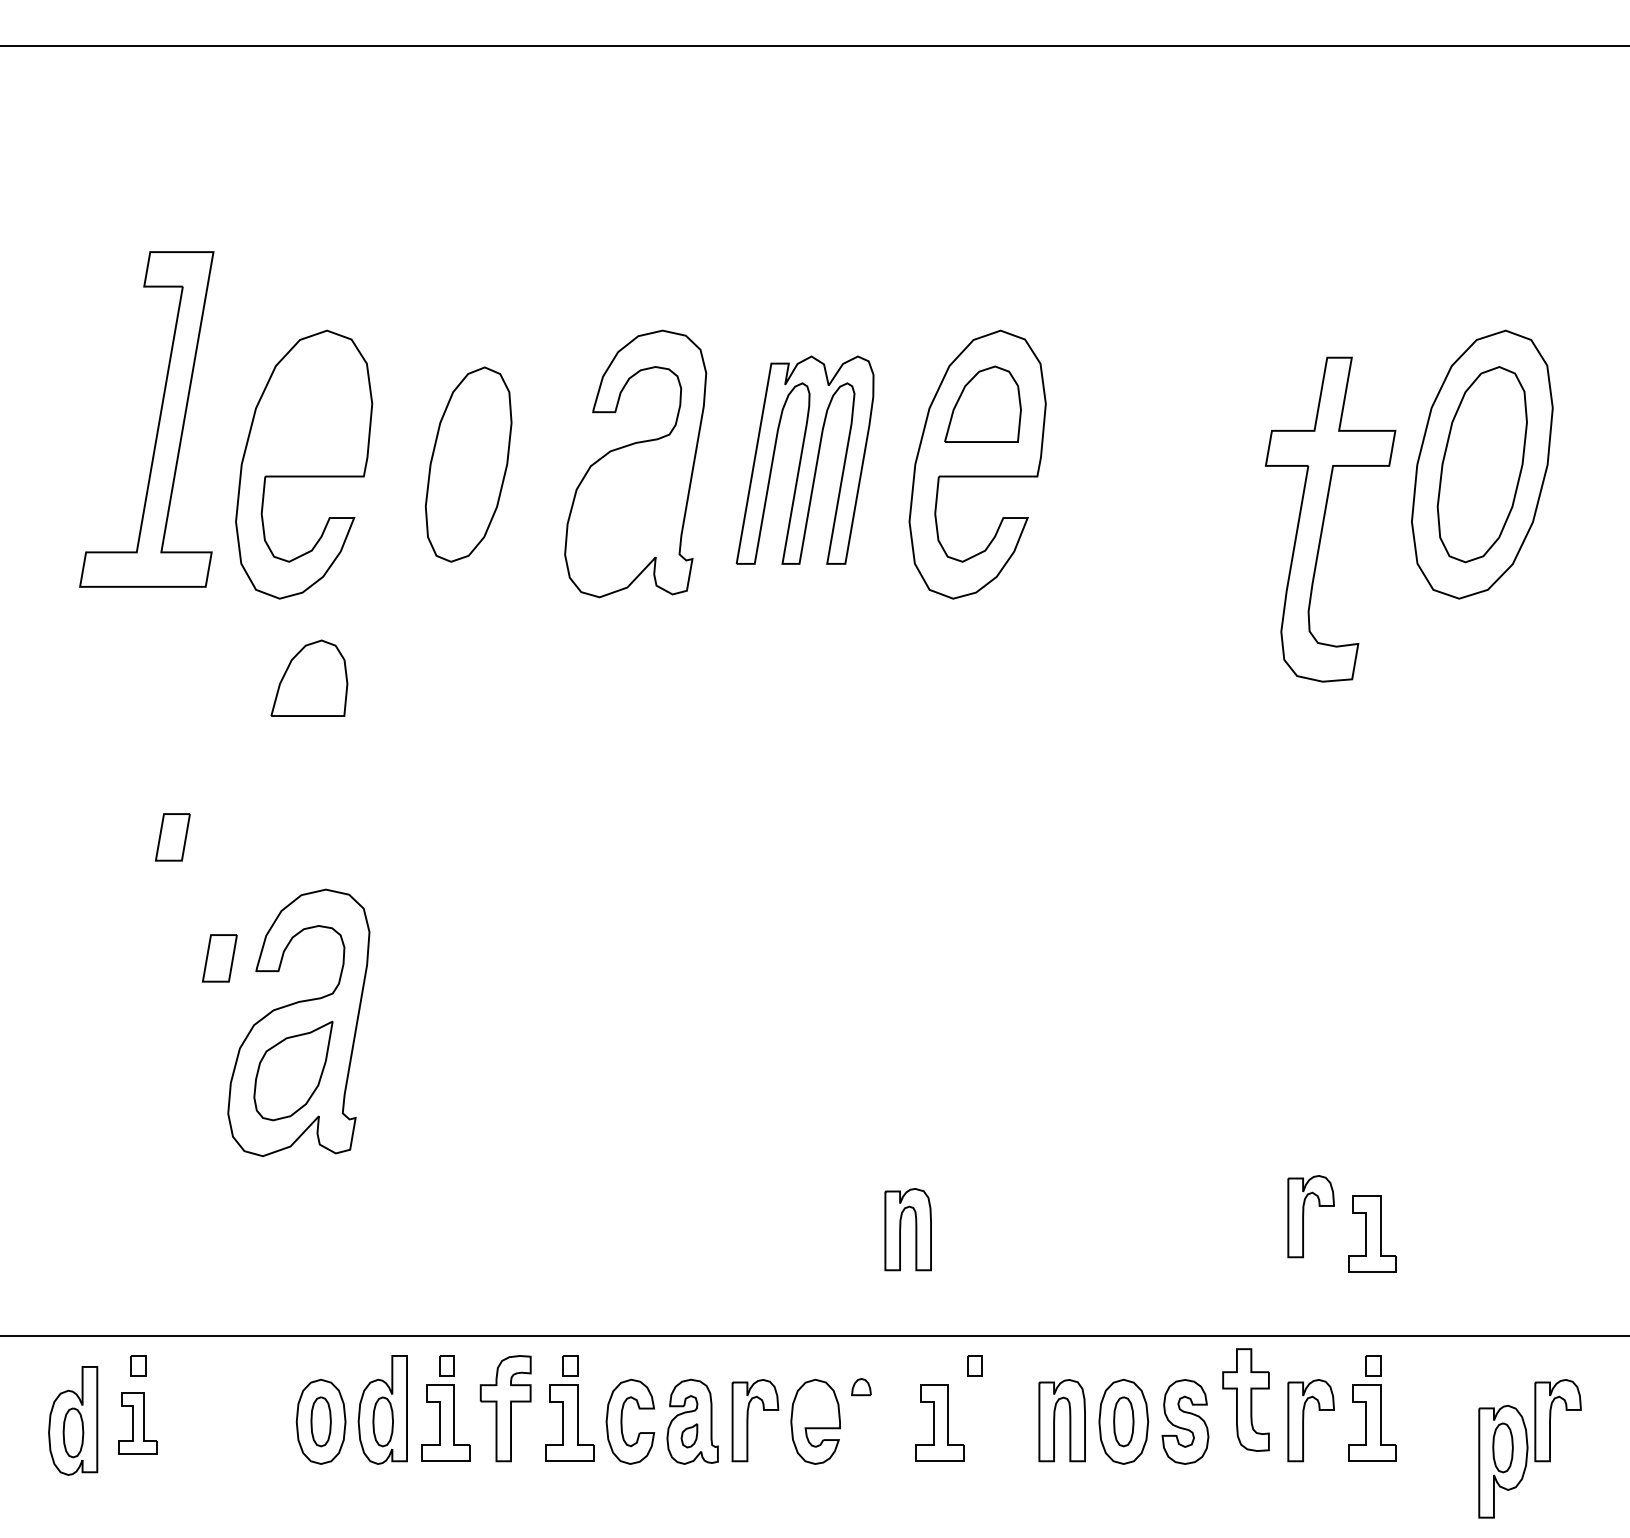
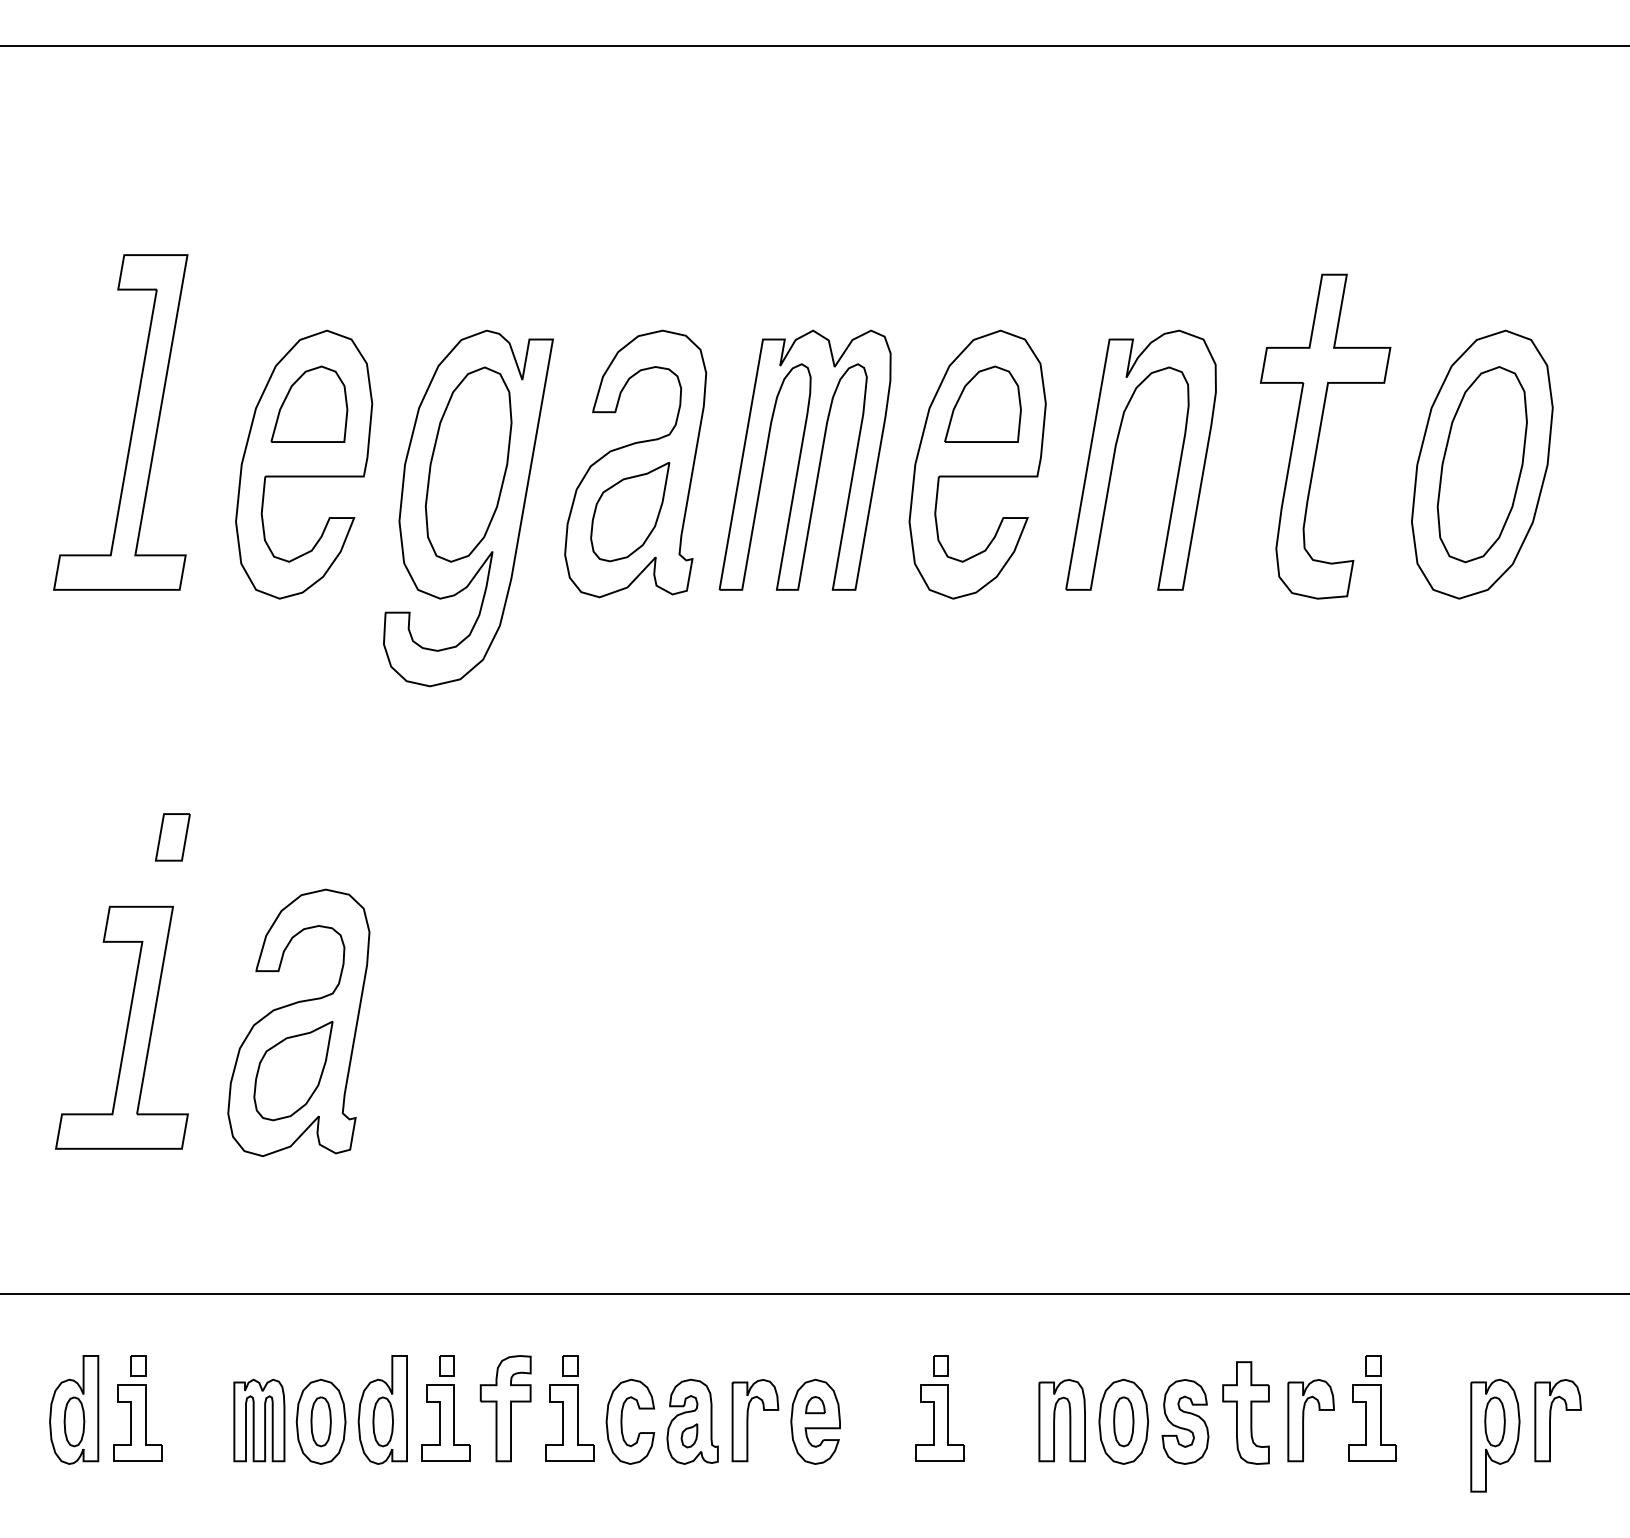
part at (158, 419) position: (158, 419) -> (132, 422)
part at (1115, 454): none -> present
part at (804, 459) size: 140x210 px -> 174x262 px
part at (468, 508): none -> present
part at (630, 512): none -> present
part at (1330, 519) position: (1330, 519) -> (1325, 436)
part at (309, 677) position: (309, 677) -> (309, 403)
part at (219, 958): present -> none
part at (121, 1027): none -> present
part at (1304, 1215): present -> none
part at (901, 1228): present -> none
part at (1372, 1233): present -> none
line at (814, 1336) position: (814, 1336) -> (814, 1294)
part at (974, 1365) position: (974, 1365) -> (940, 1365)
part at (861, 1387) position: (861, 1387) -> (815, 1405)
part at (1245, 1399) position: (1245, 1399) -> (1245, 1412)
part at (73, 1420) position: (73, 1420) -> (74, 1409)
part at (259, 1420): none -> present
part at (137, 1423) size: 40x63 px -> 50x78 px
part at (1503, 1461) position: (1503, 1461) -> (1495, 1435)
